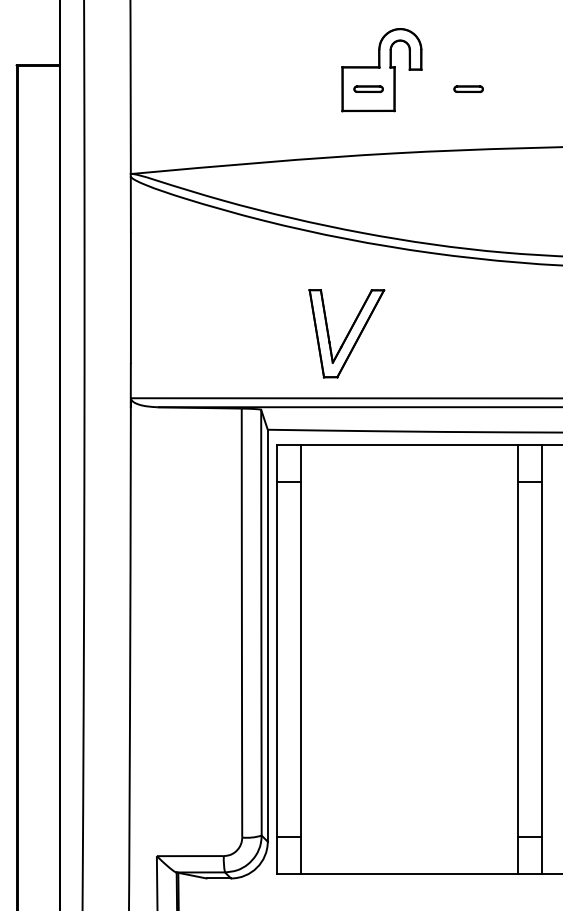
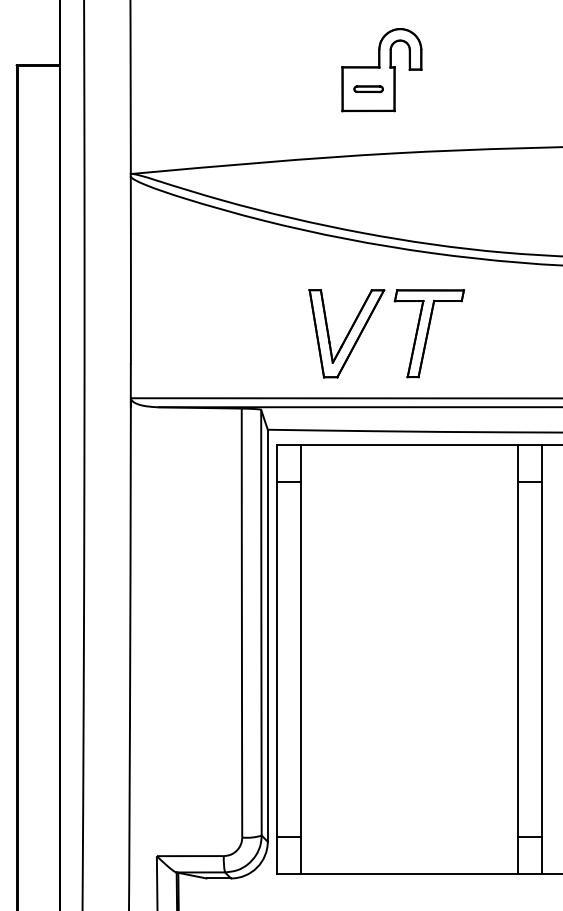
part at (468, 89): present -> none
part at (429, 333): none -> present
